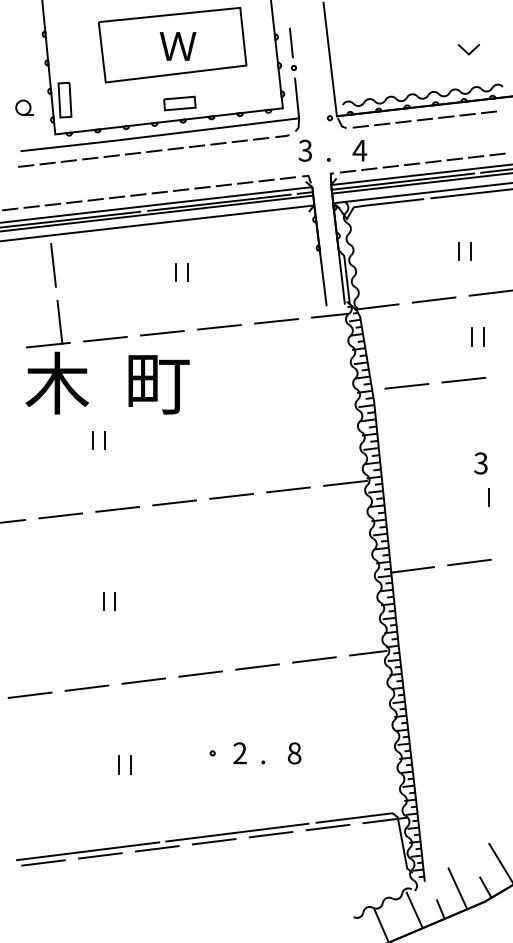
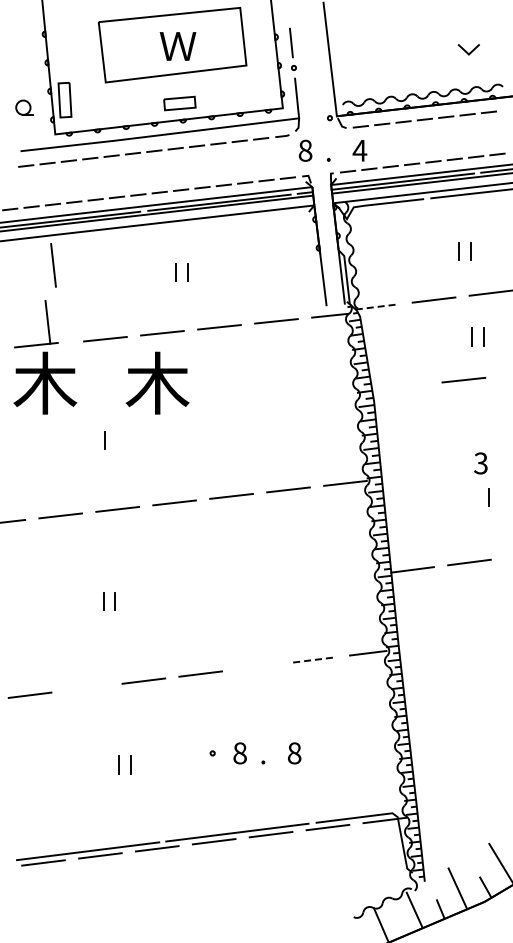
text at (305, 150): 3 -> 8
line at (377, 306): solid -> dashed
part at (57, 357) position: (57, 357) -> (45, 357)
text at (157, 382): 町 -> 木
line at (406, 386): present -> none
line at (92, 440): present -> none
line at (314, 659): solid -> dashed
line at (257, 666): present -> none
line at (86, 687): present -> none
text at (239, 753): 2 -> 8
